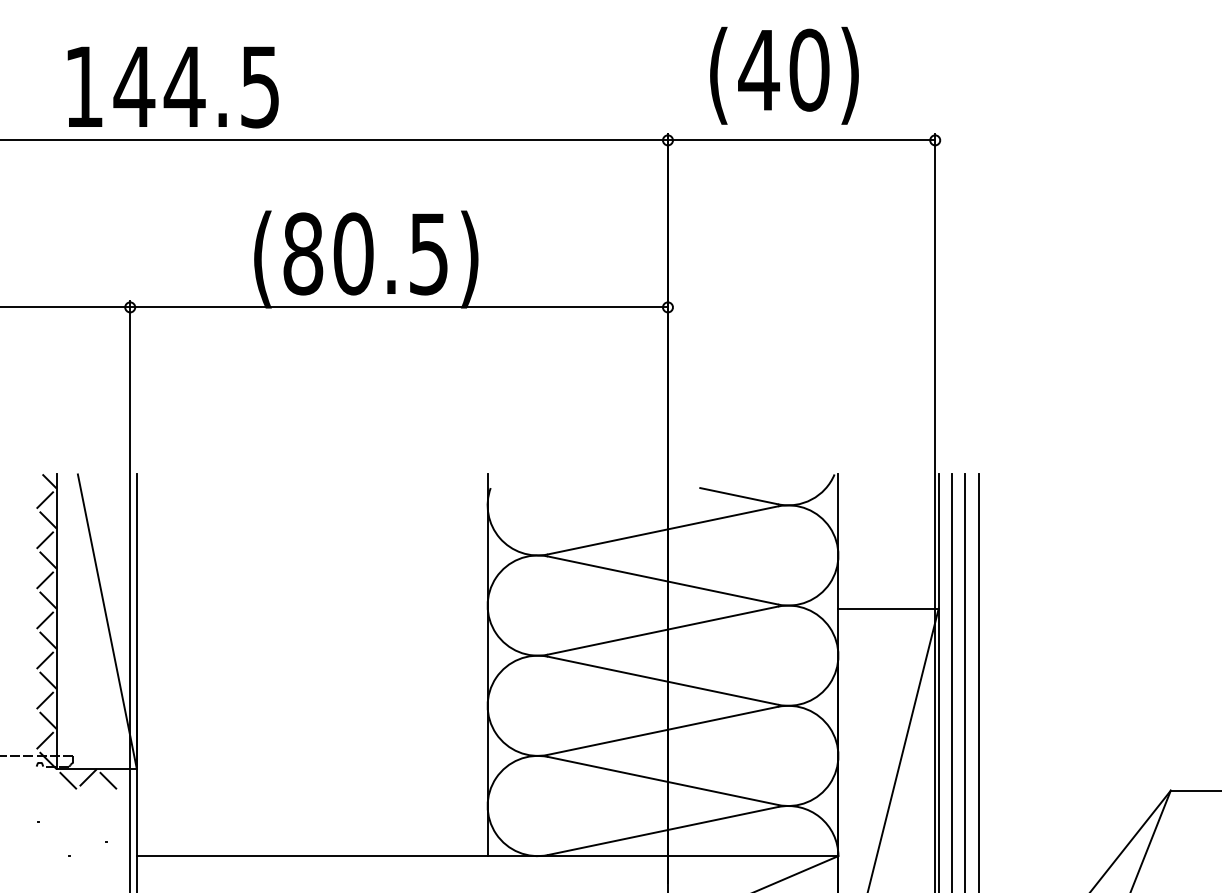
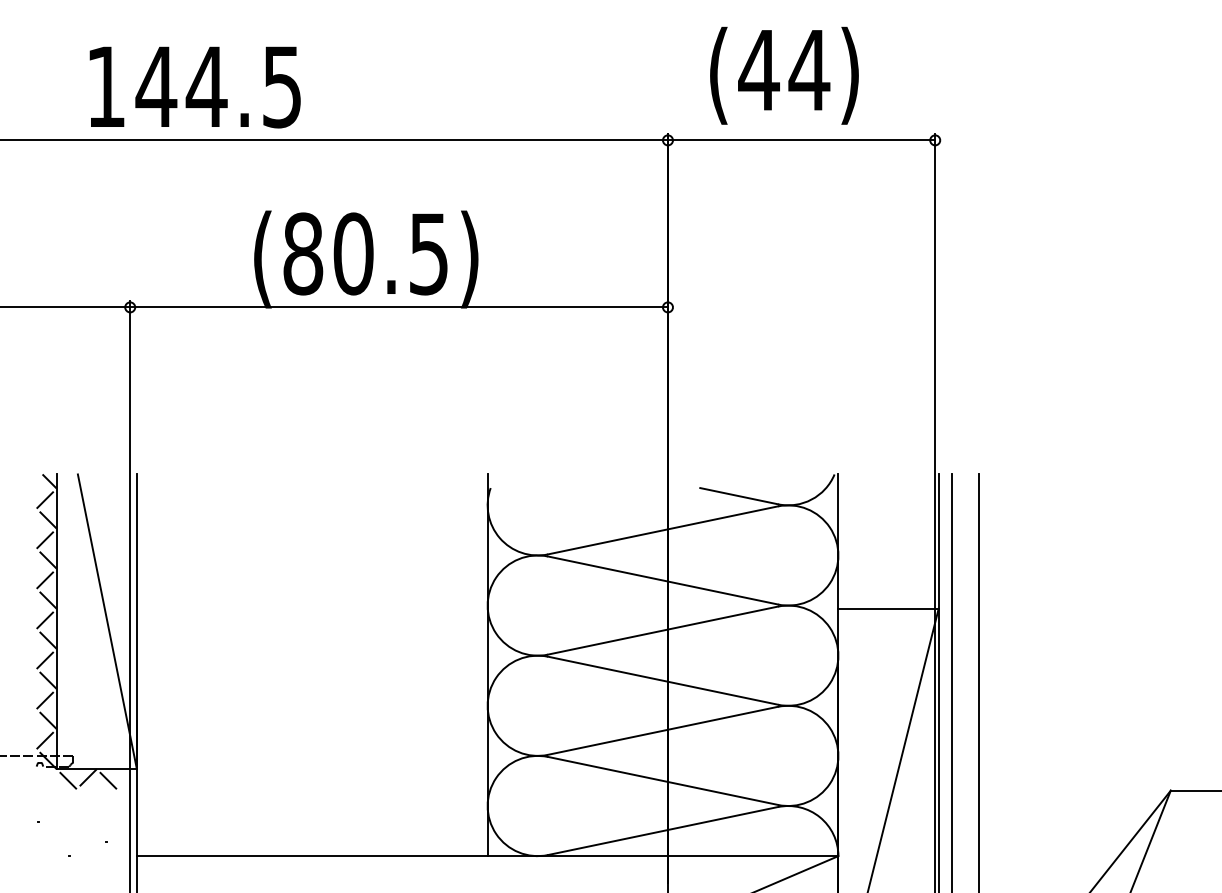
text at (809, 69): (40) -> (44)
text at (172, 87) position: (172, 87) -> (194, 87)
line at (965, 681): present -> none
